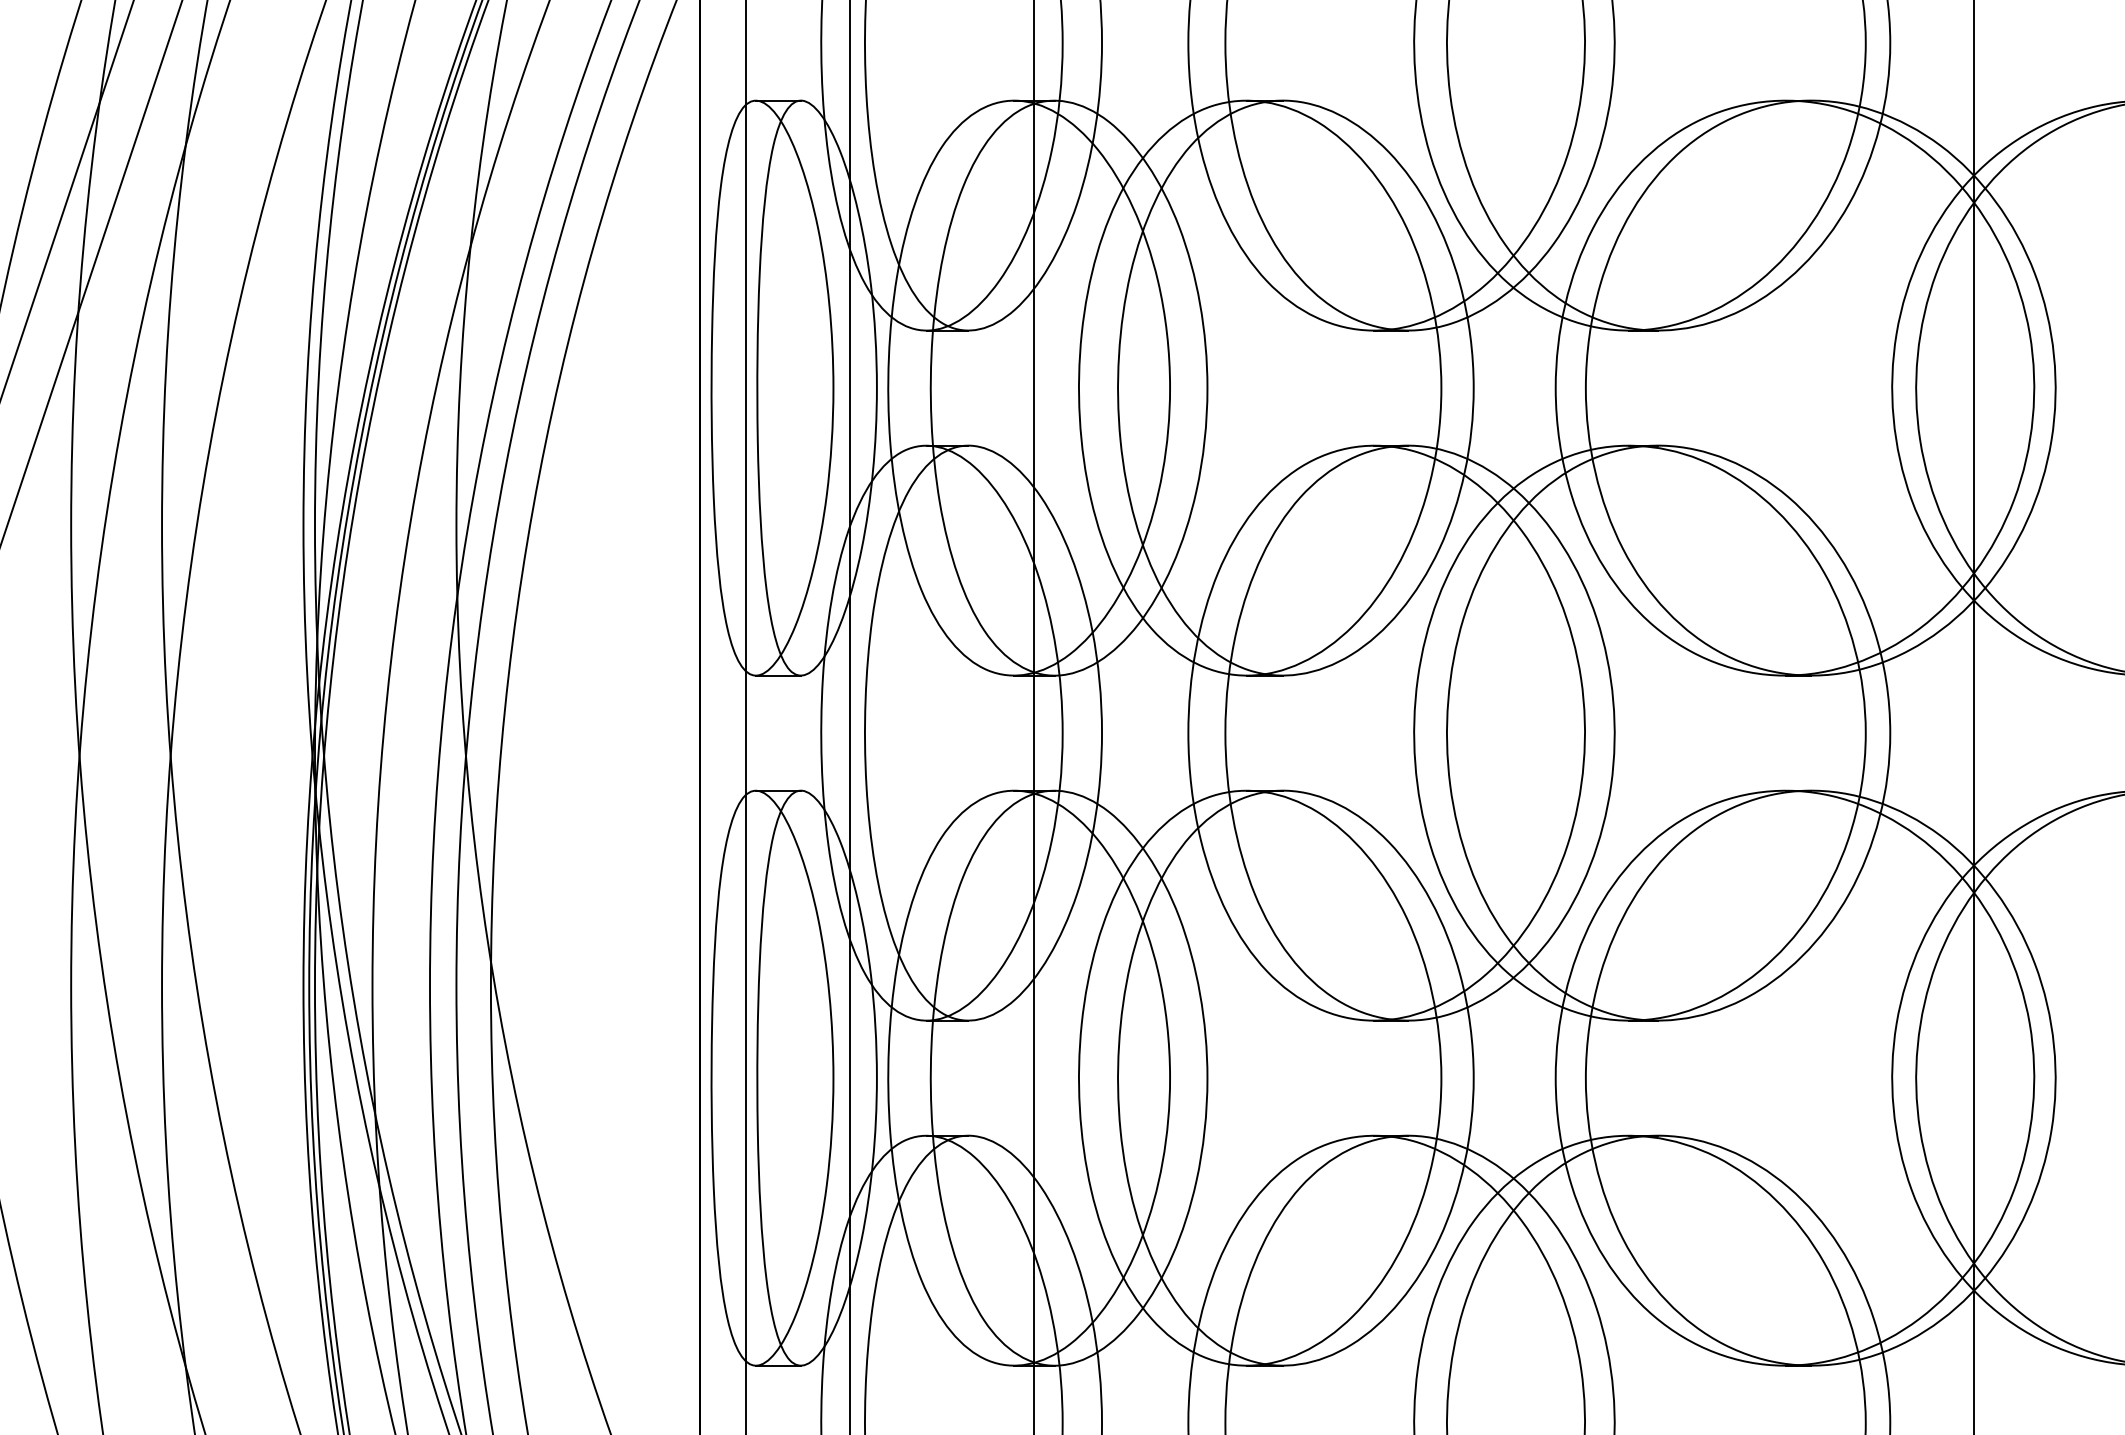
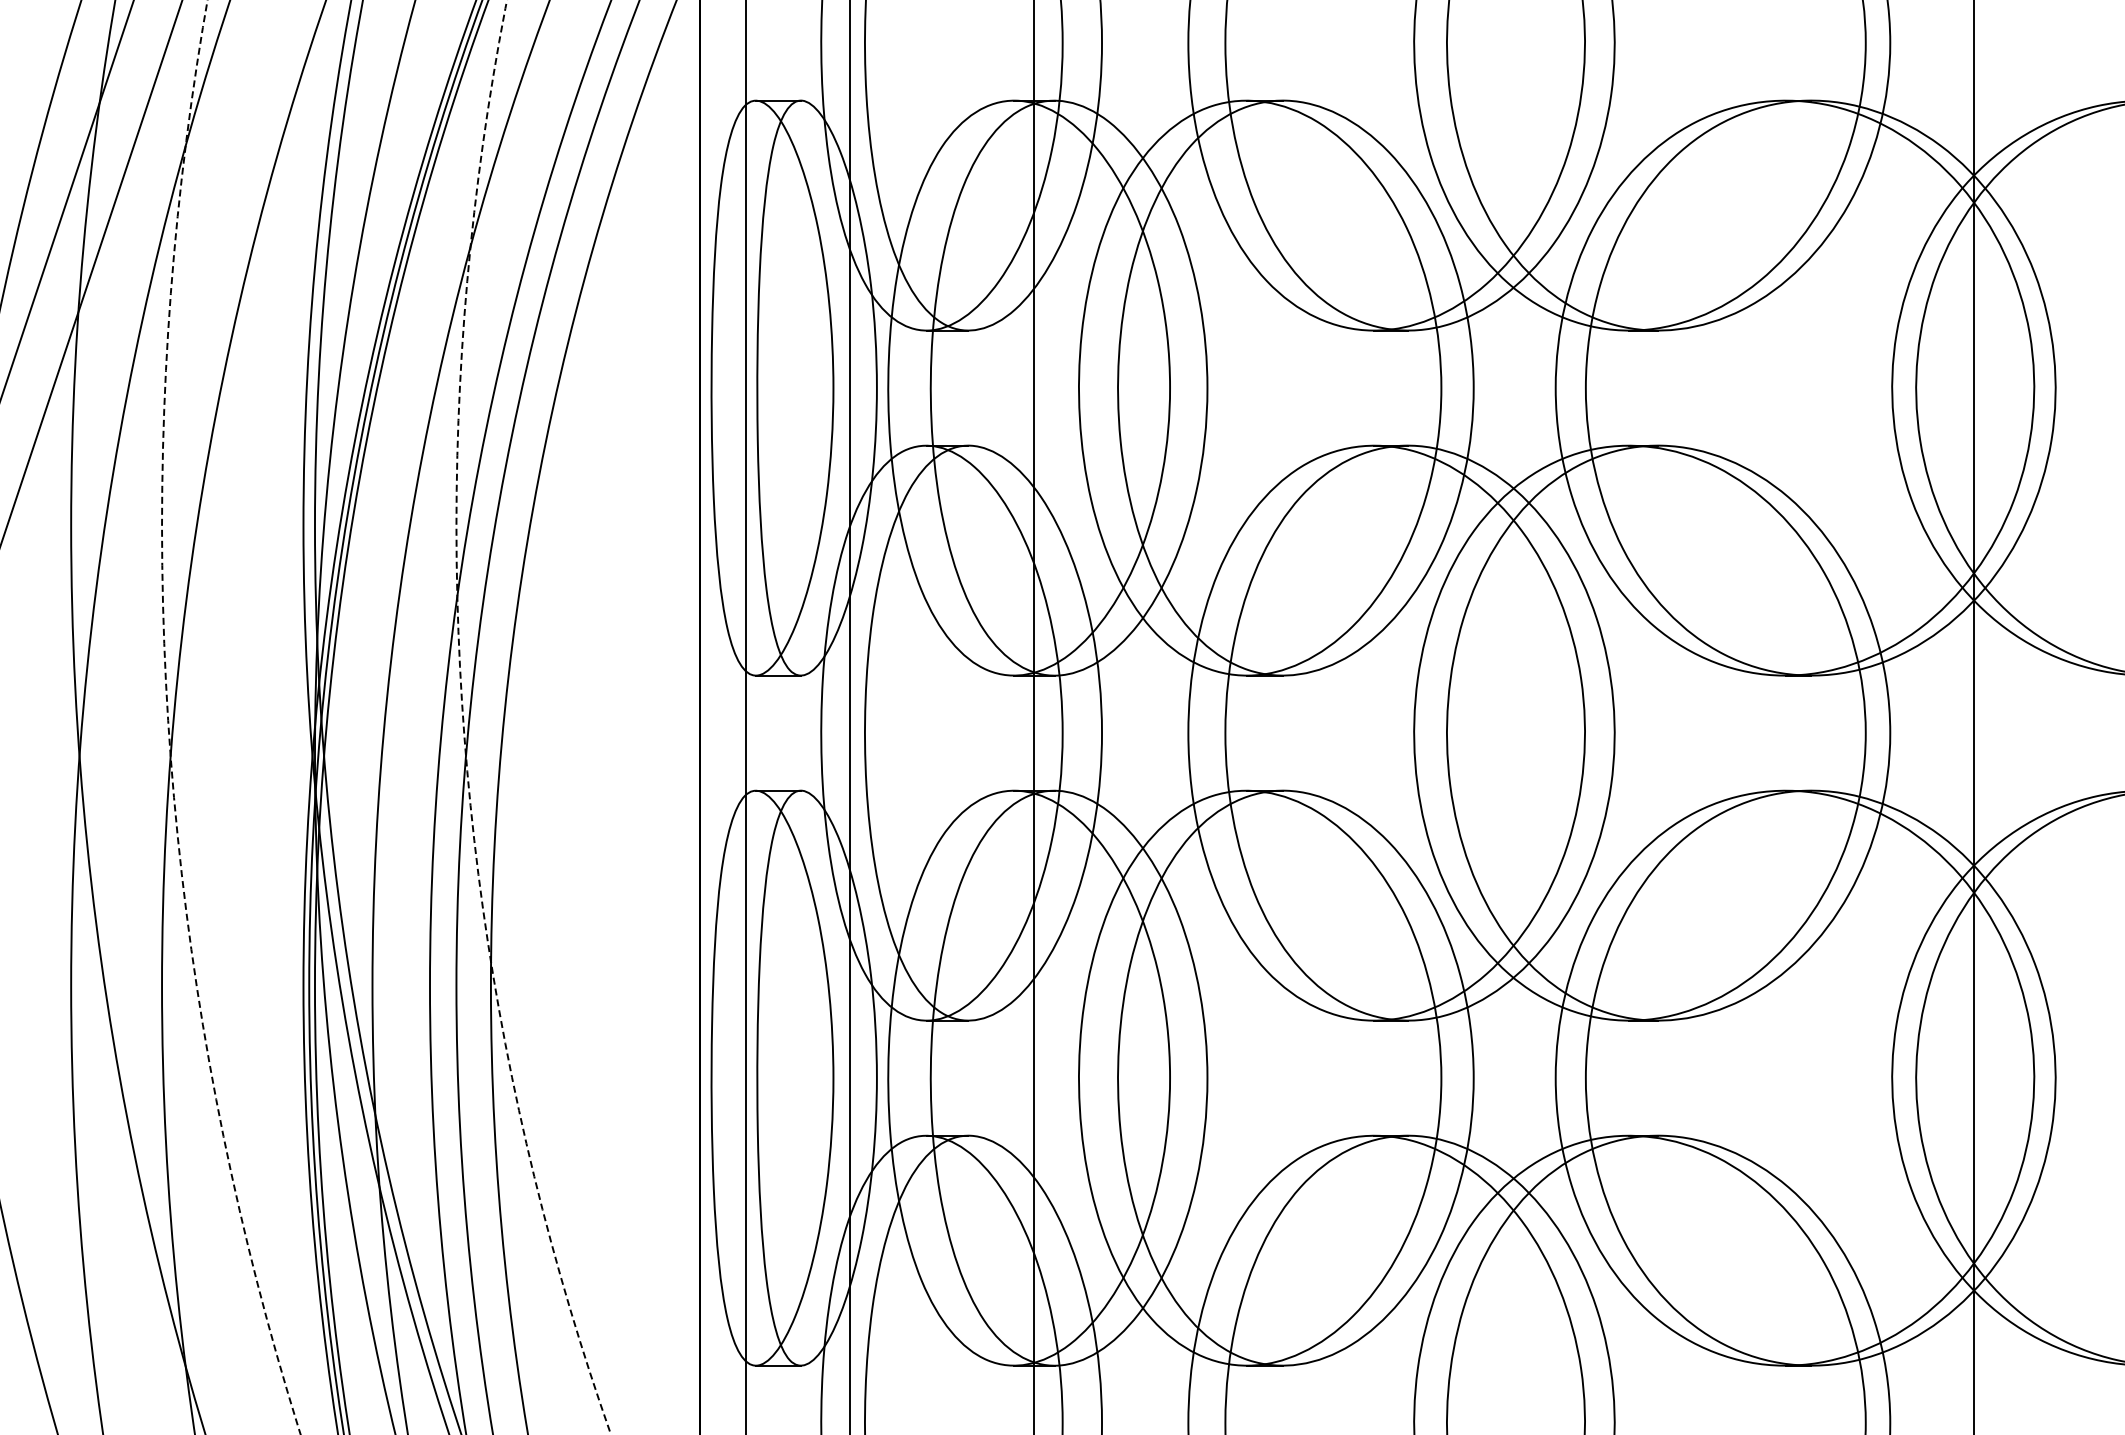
circle at (231, 717): solid -> dashed
circle at (533, 717): solid -> dashed
